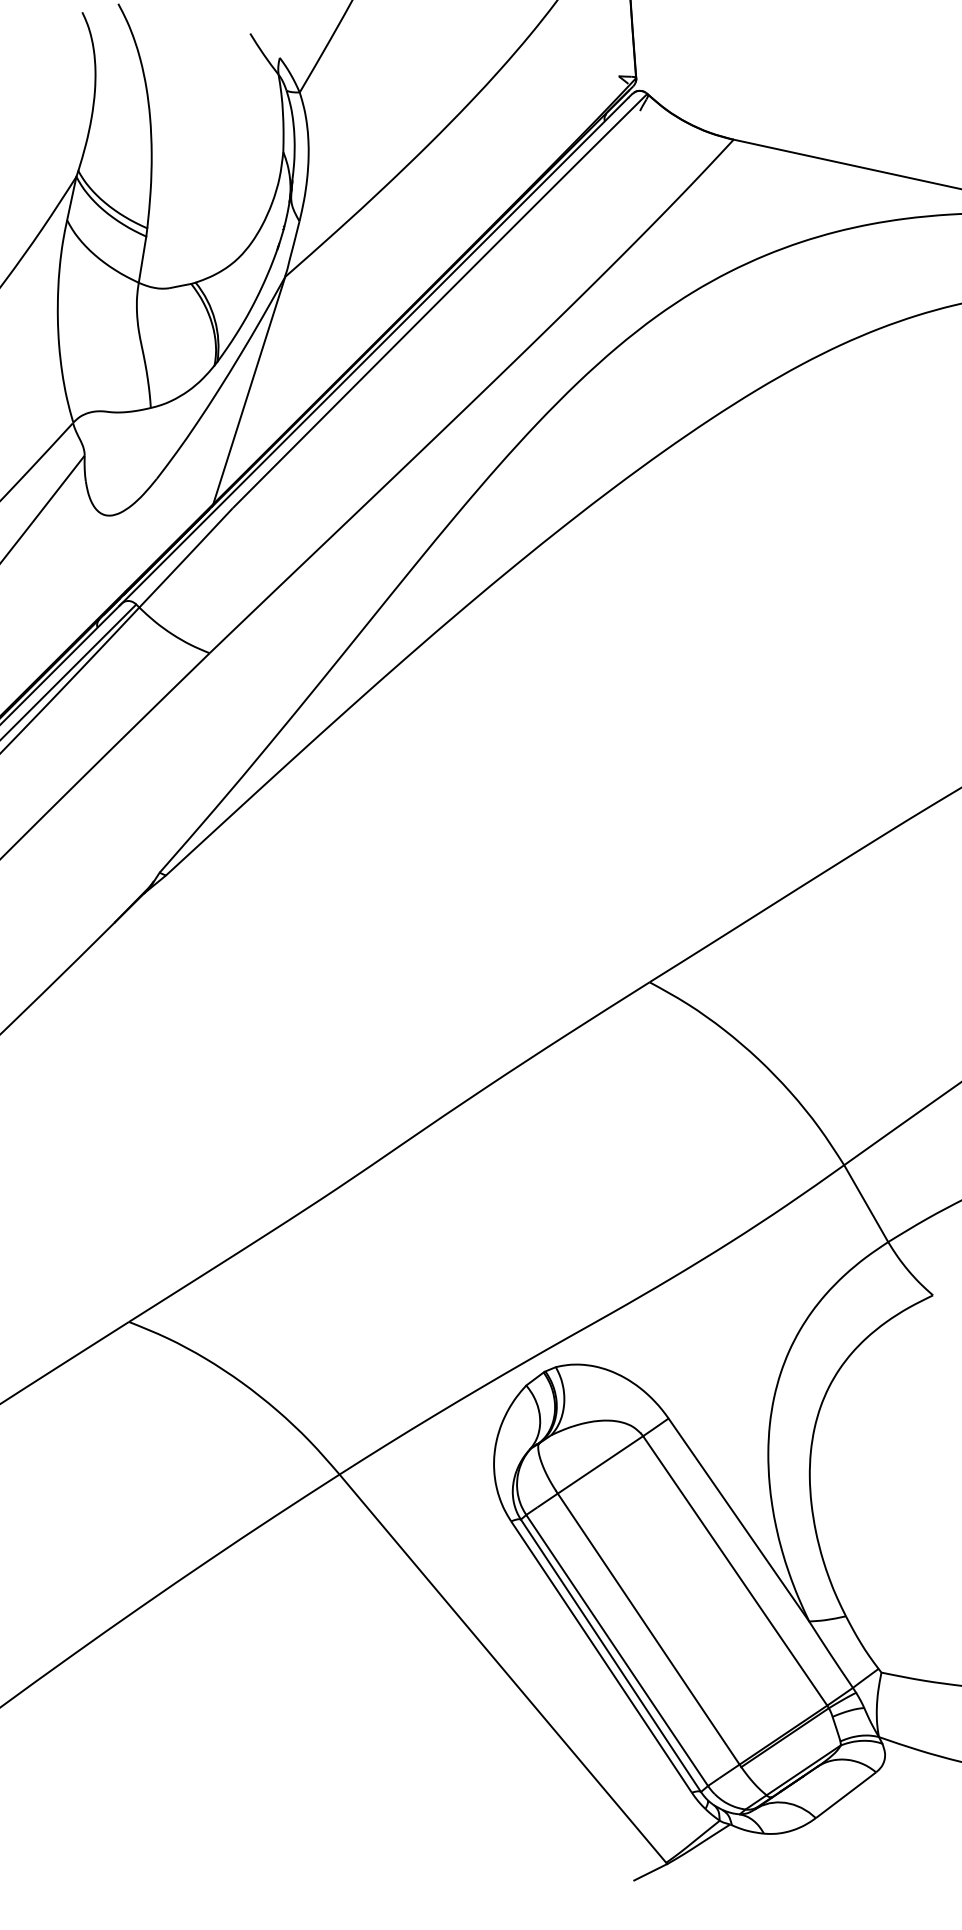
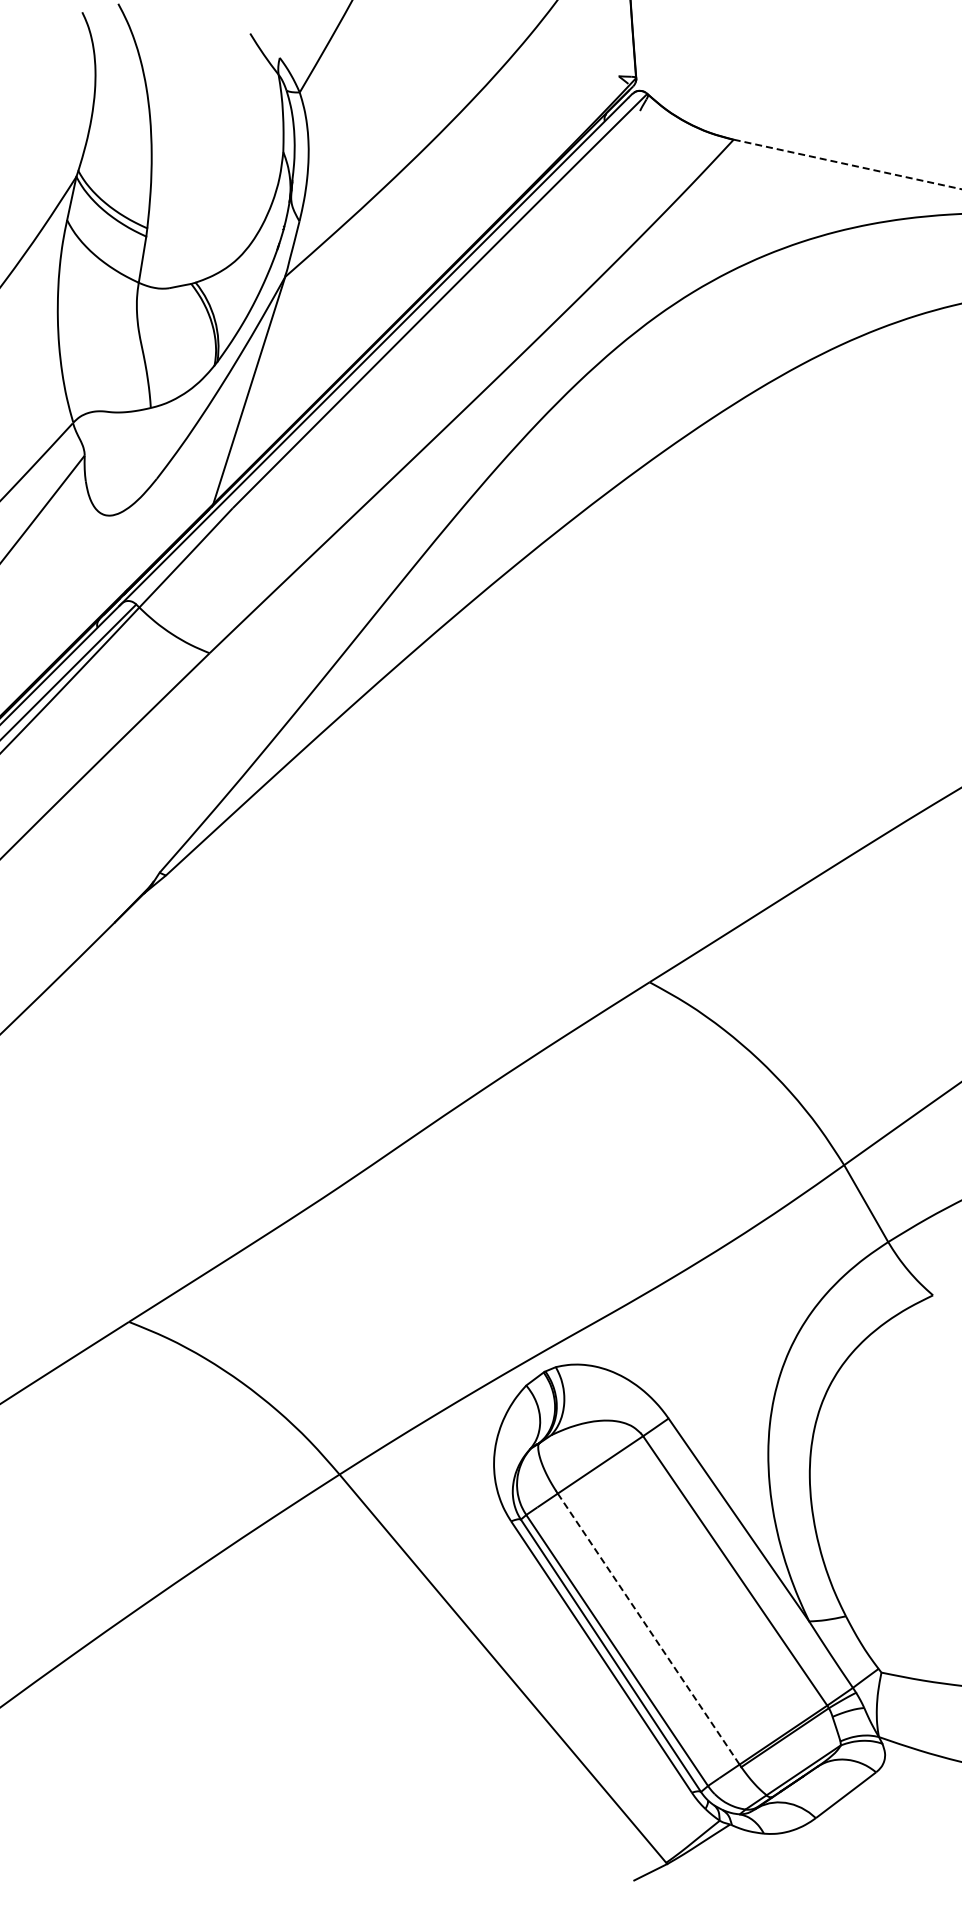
line at (847, 164): solid -> dashed
line at (648, 1629): solid -> dashed
